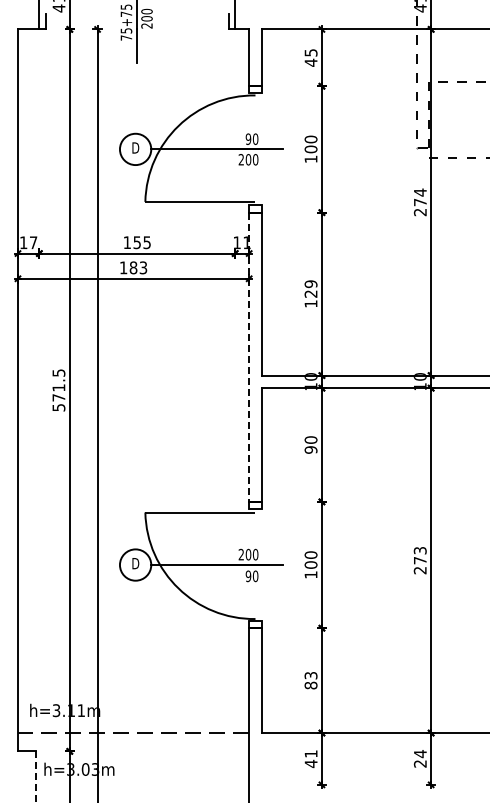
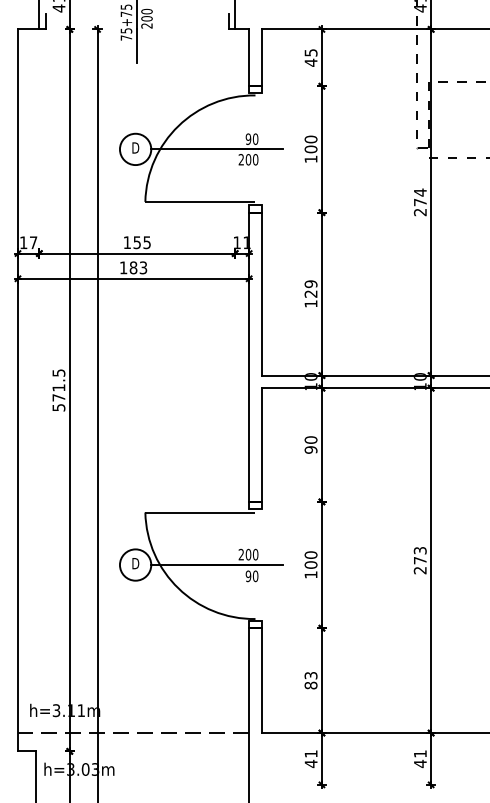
line at (249, 357): dashed -> solid
text at (419, 759): 24 -> 41
line at (35, 777): dashed -> solid
